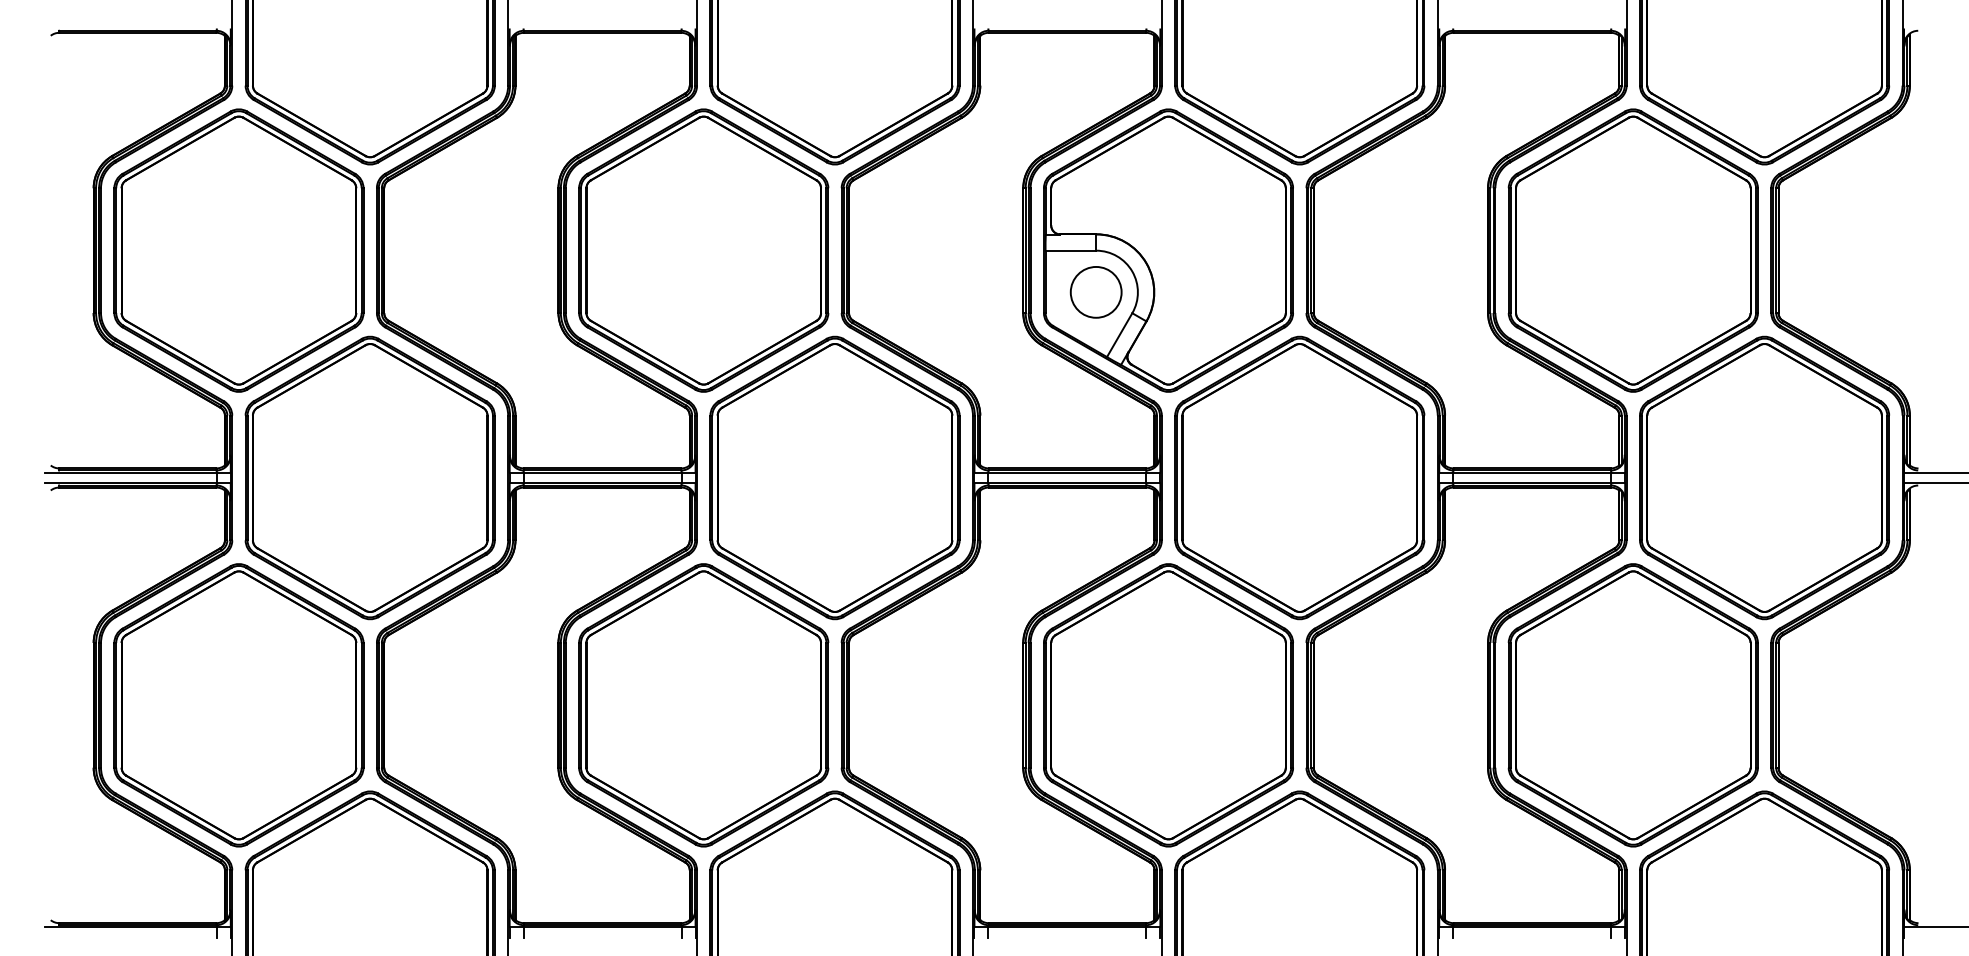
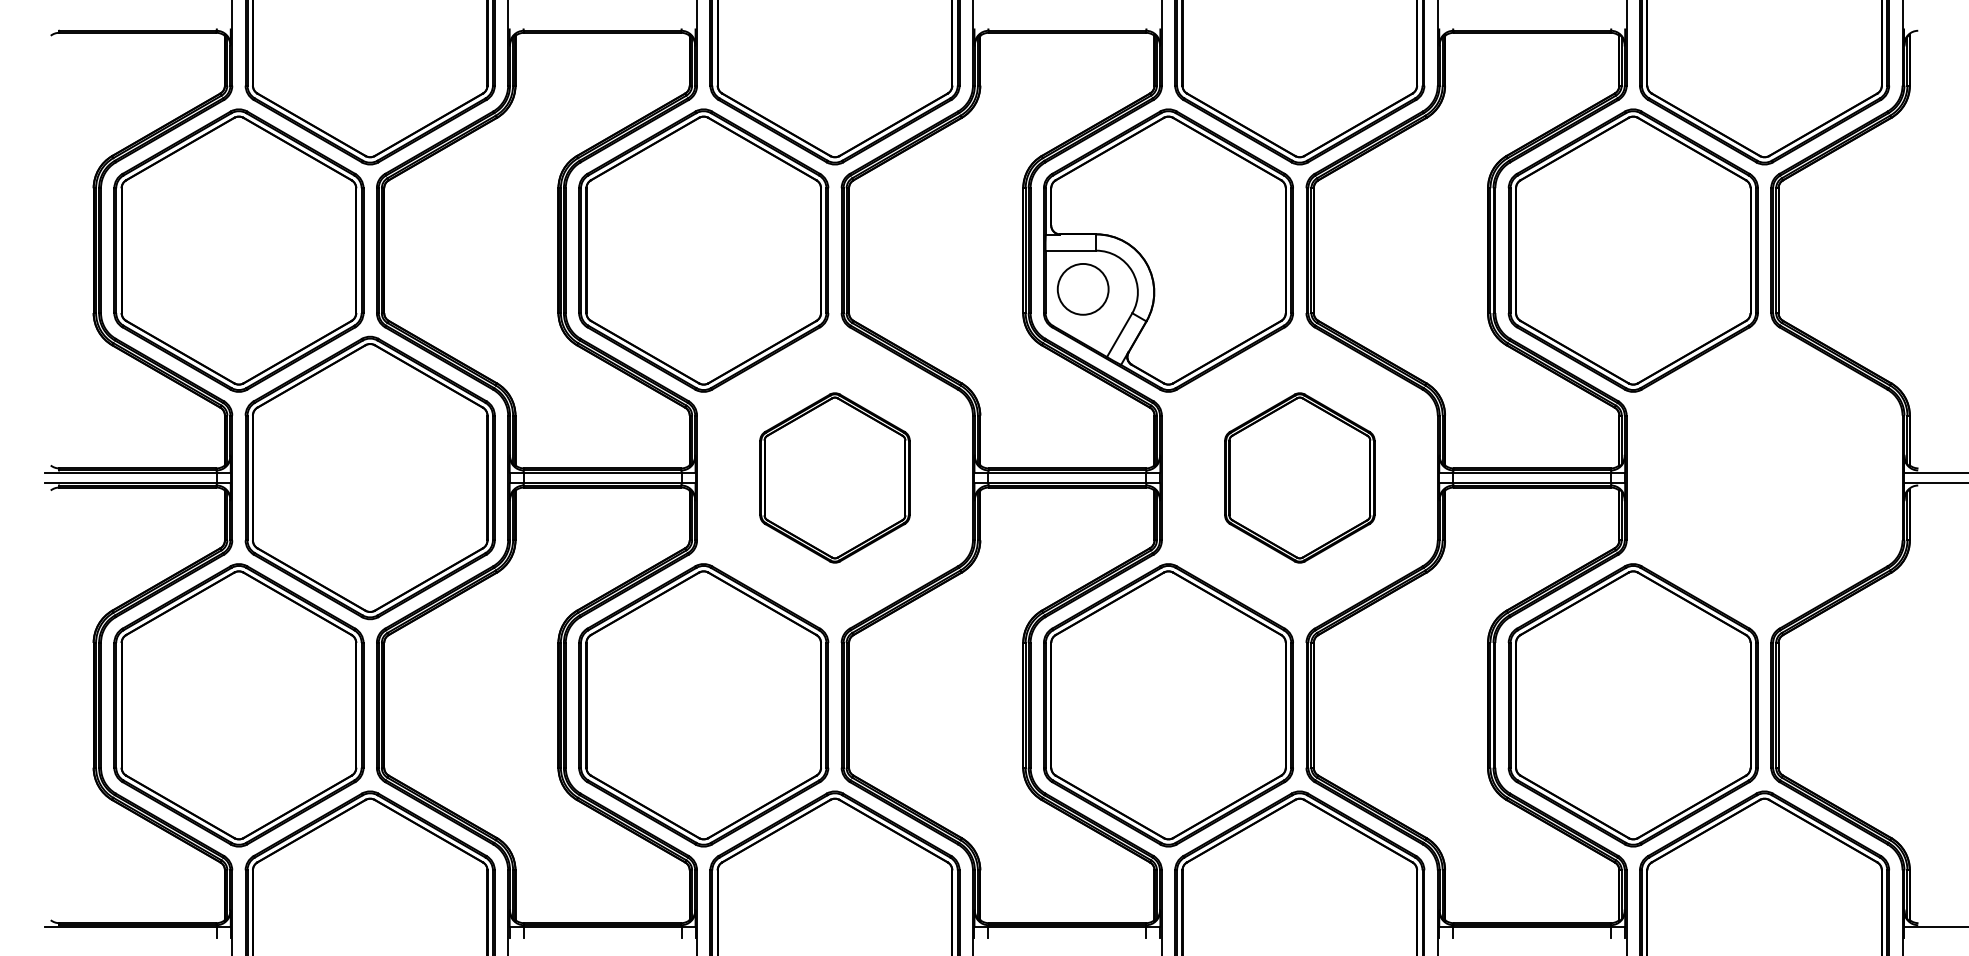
circle at (1095, 292) position: (1095, 292) -> (1082, 289)
part at (834, 477) size: 252x286 px -> 152x172 px
part at (1299, 477) size: 252x286 px -> 152x172 px
part at (1764, 477): present -> none
